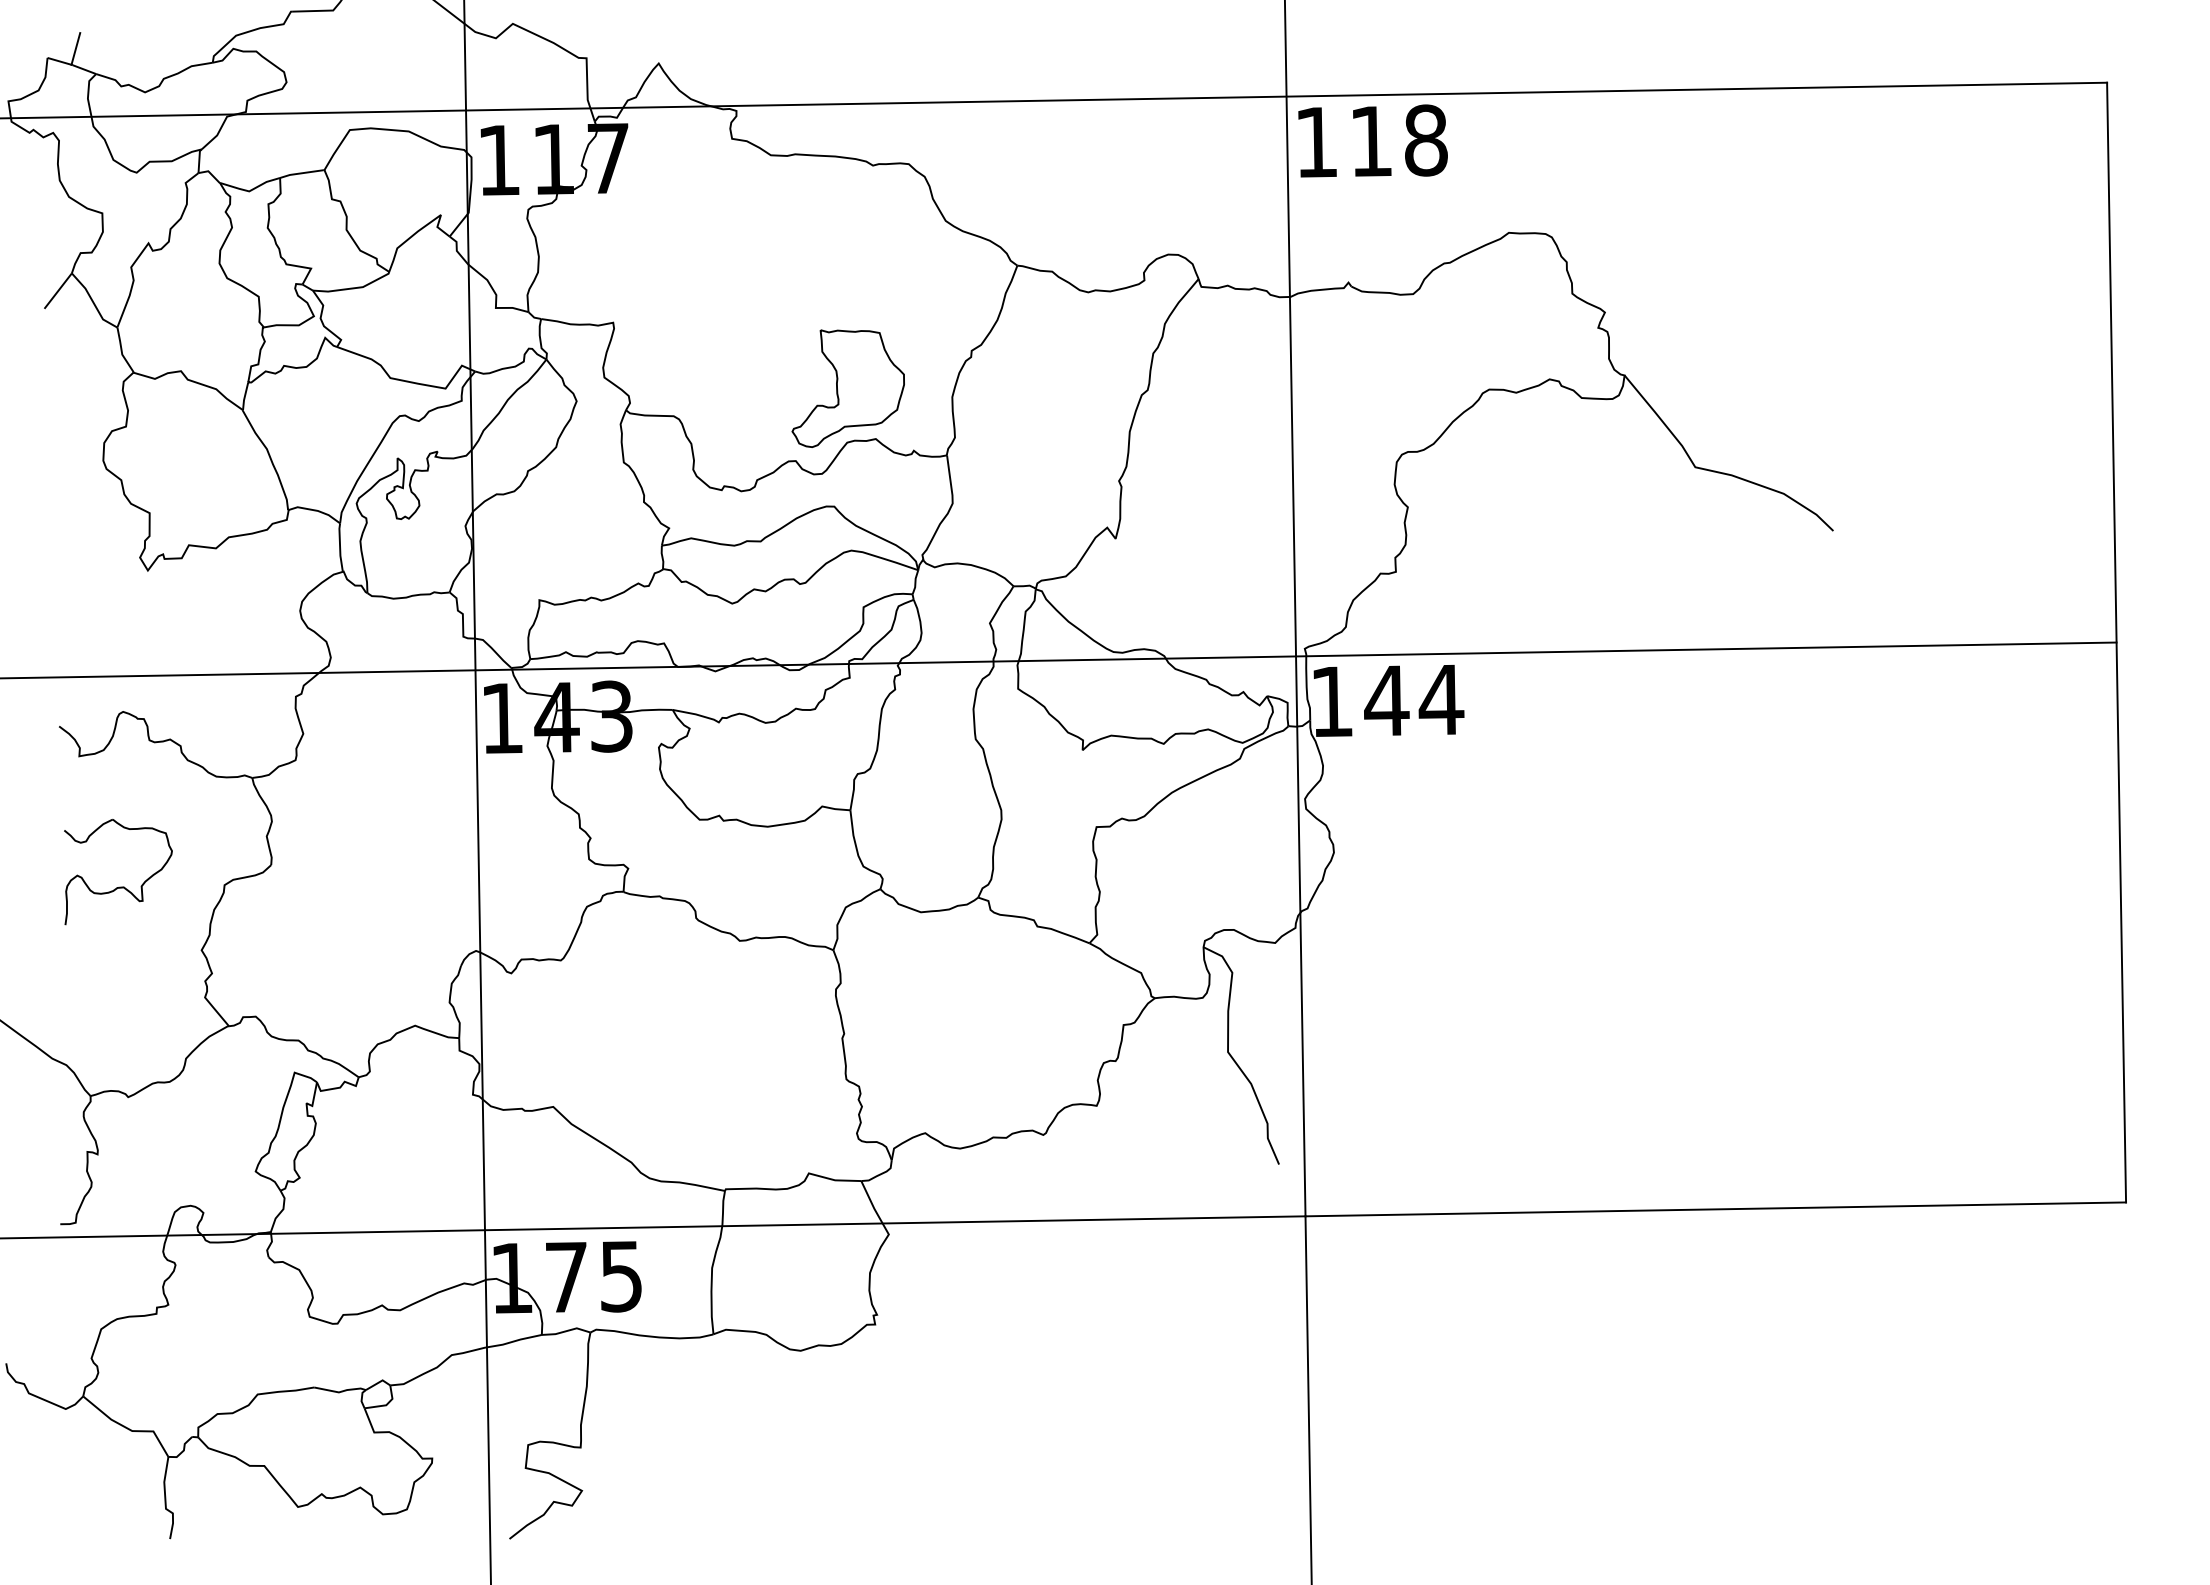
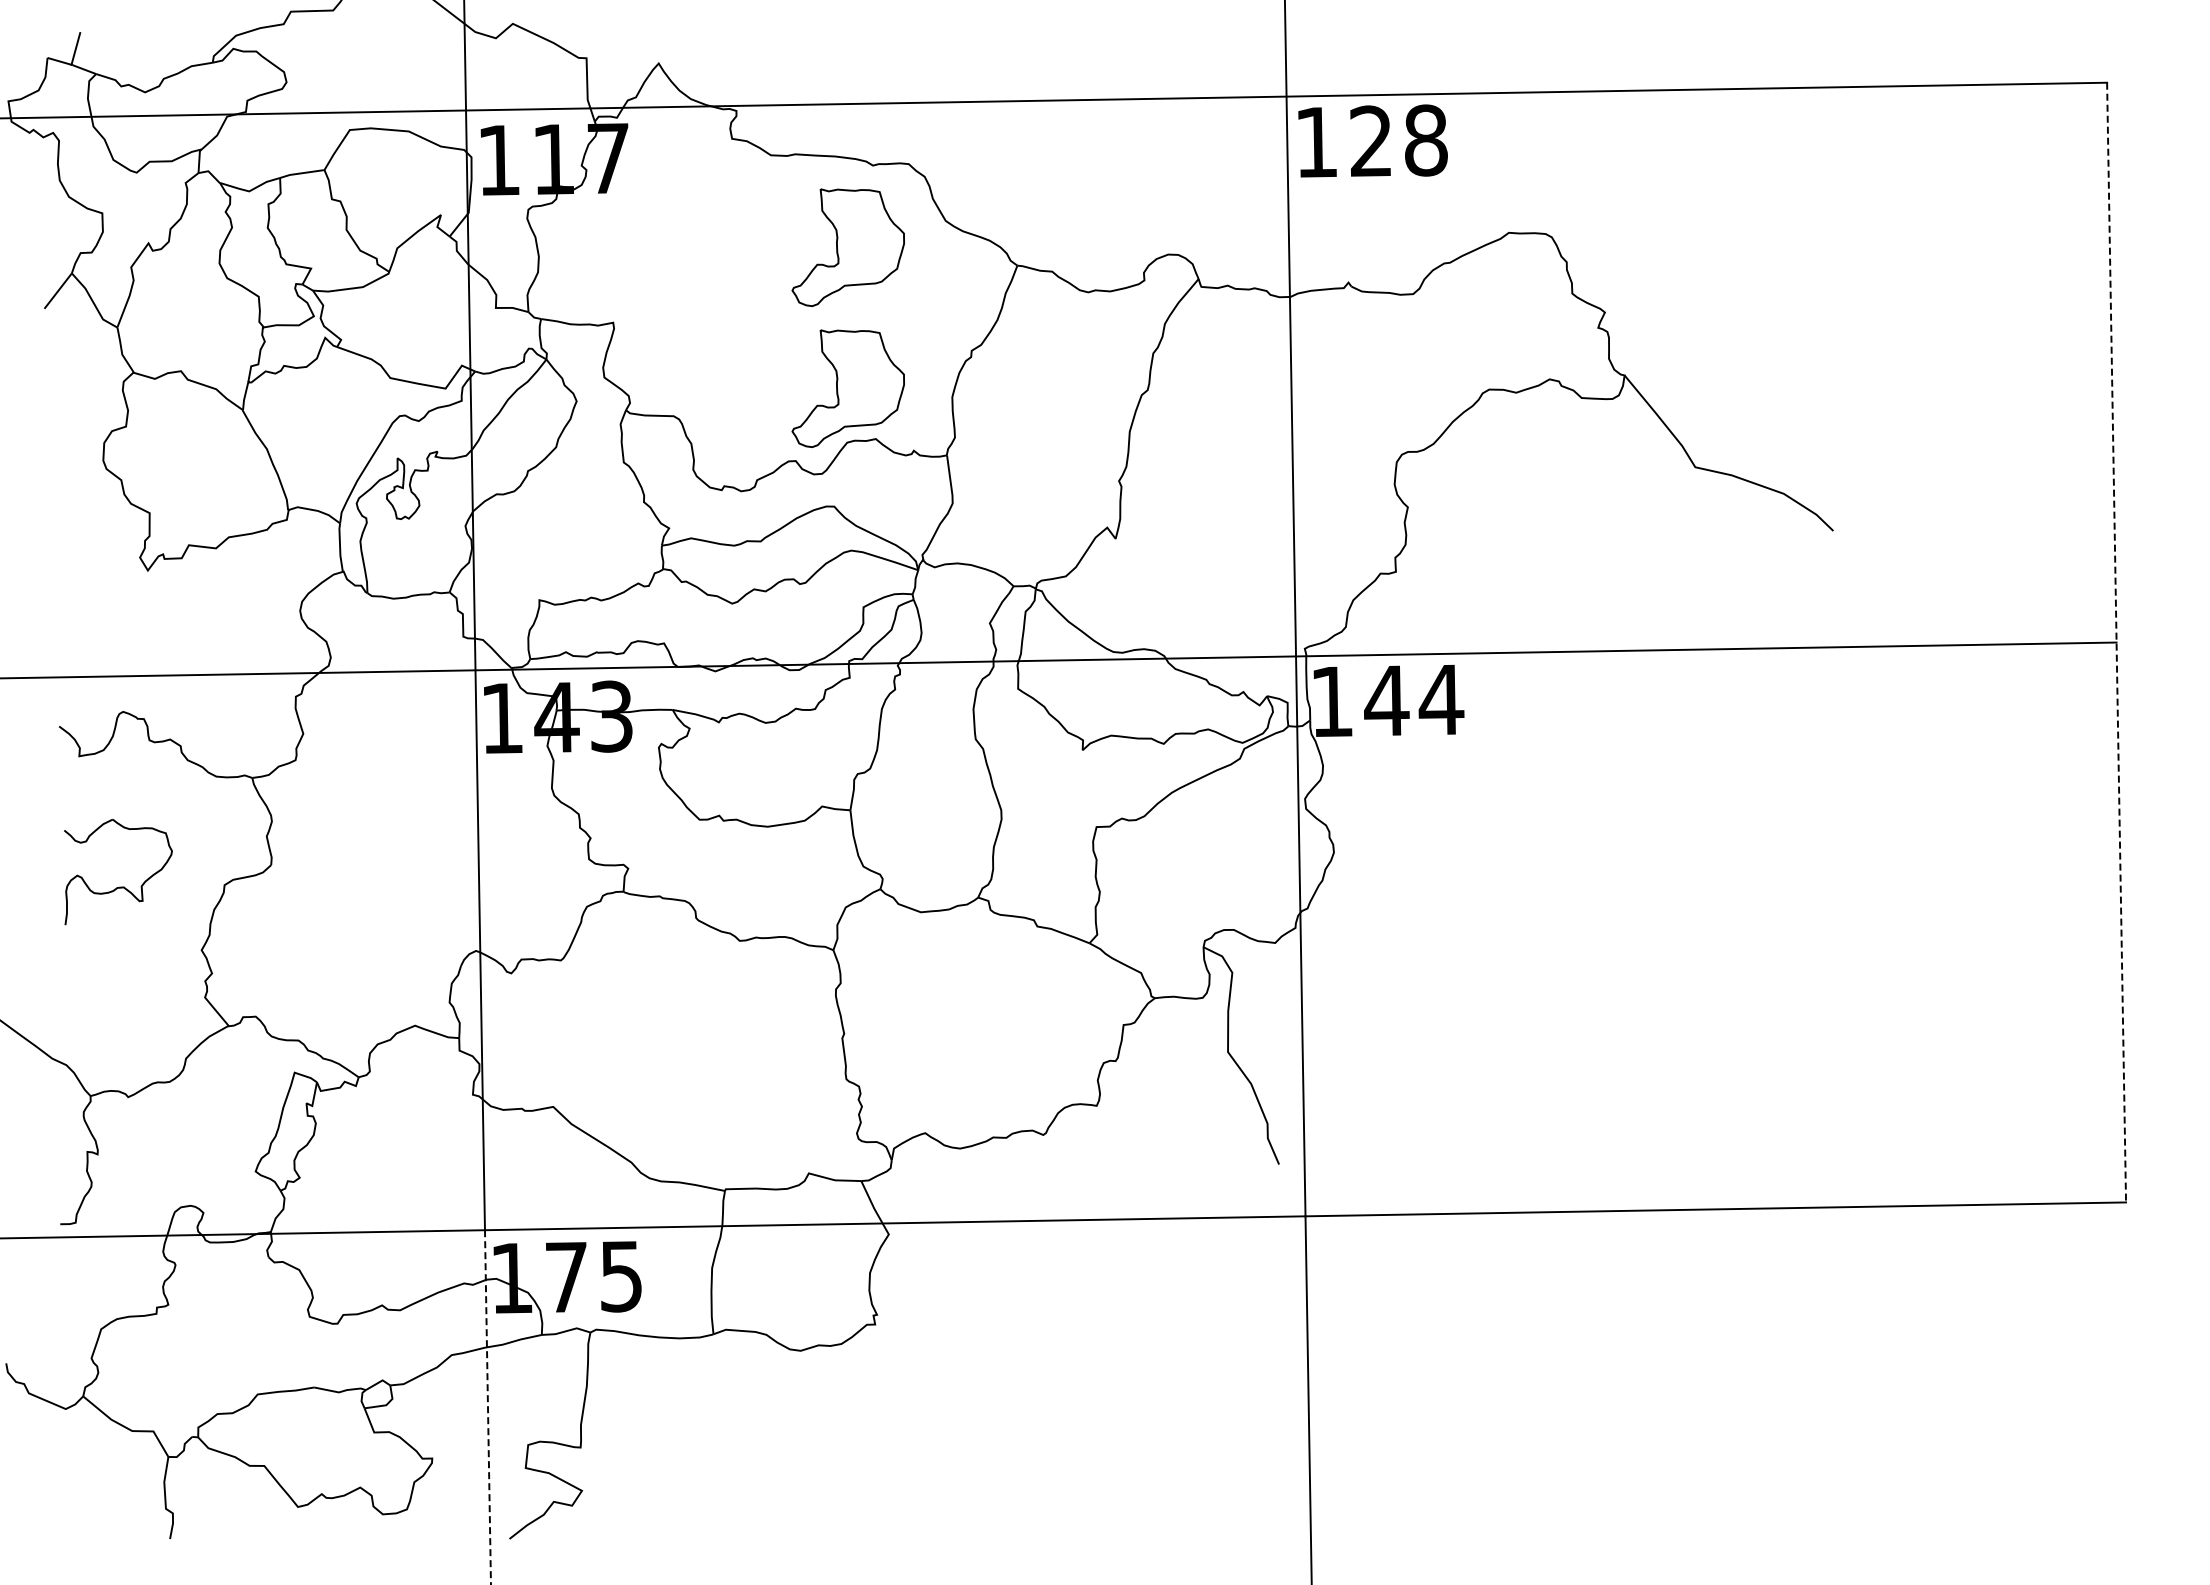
text at (1370, 140): 118 -> 128
part at (847, 247): none -> present
line at (2116, 642): solid -> dashed
line at (487, 1407): solid -> dashed
